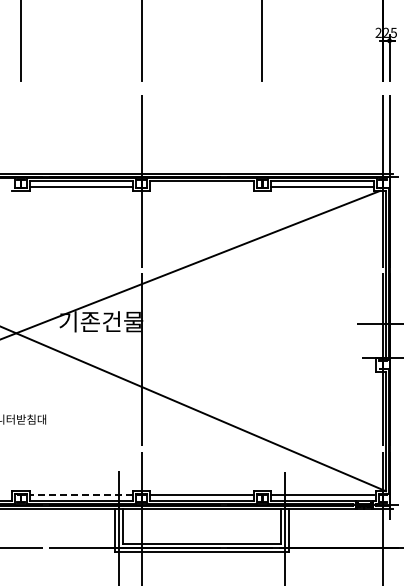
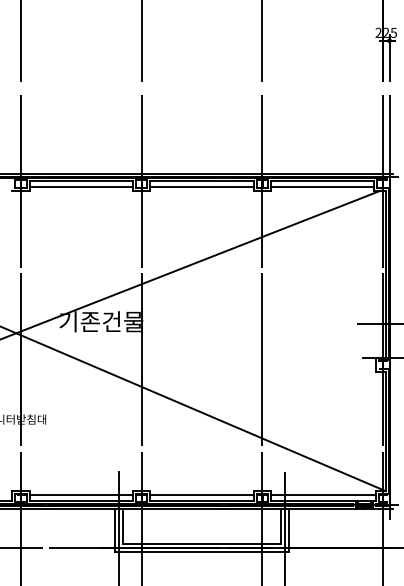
line at (201, 186): none -> present
line at (20, 338): none -> present
line at (262, 338): none -> present
line at (81, 495): dashed -> solid
